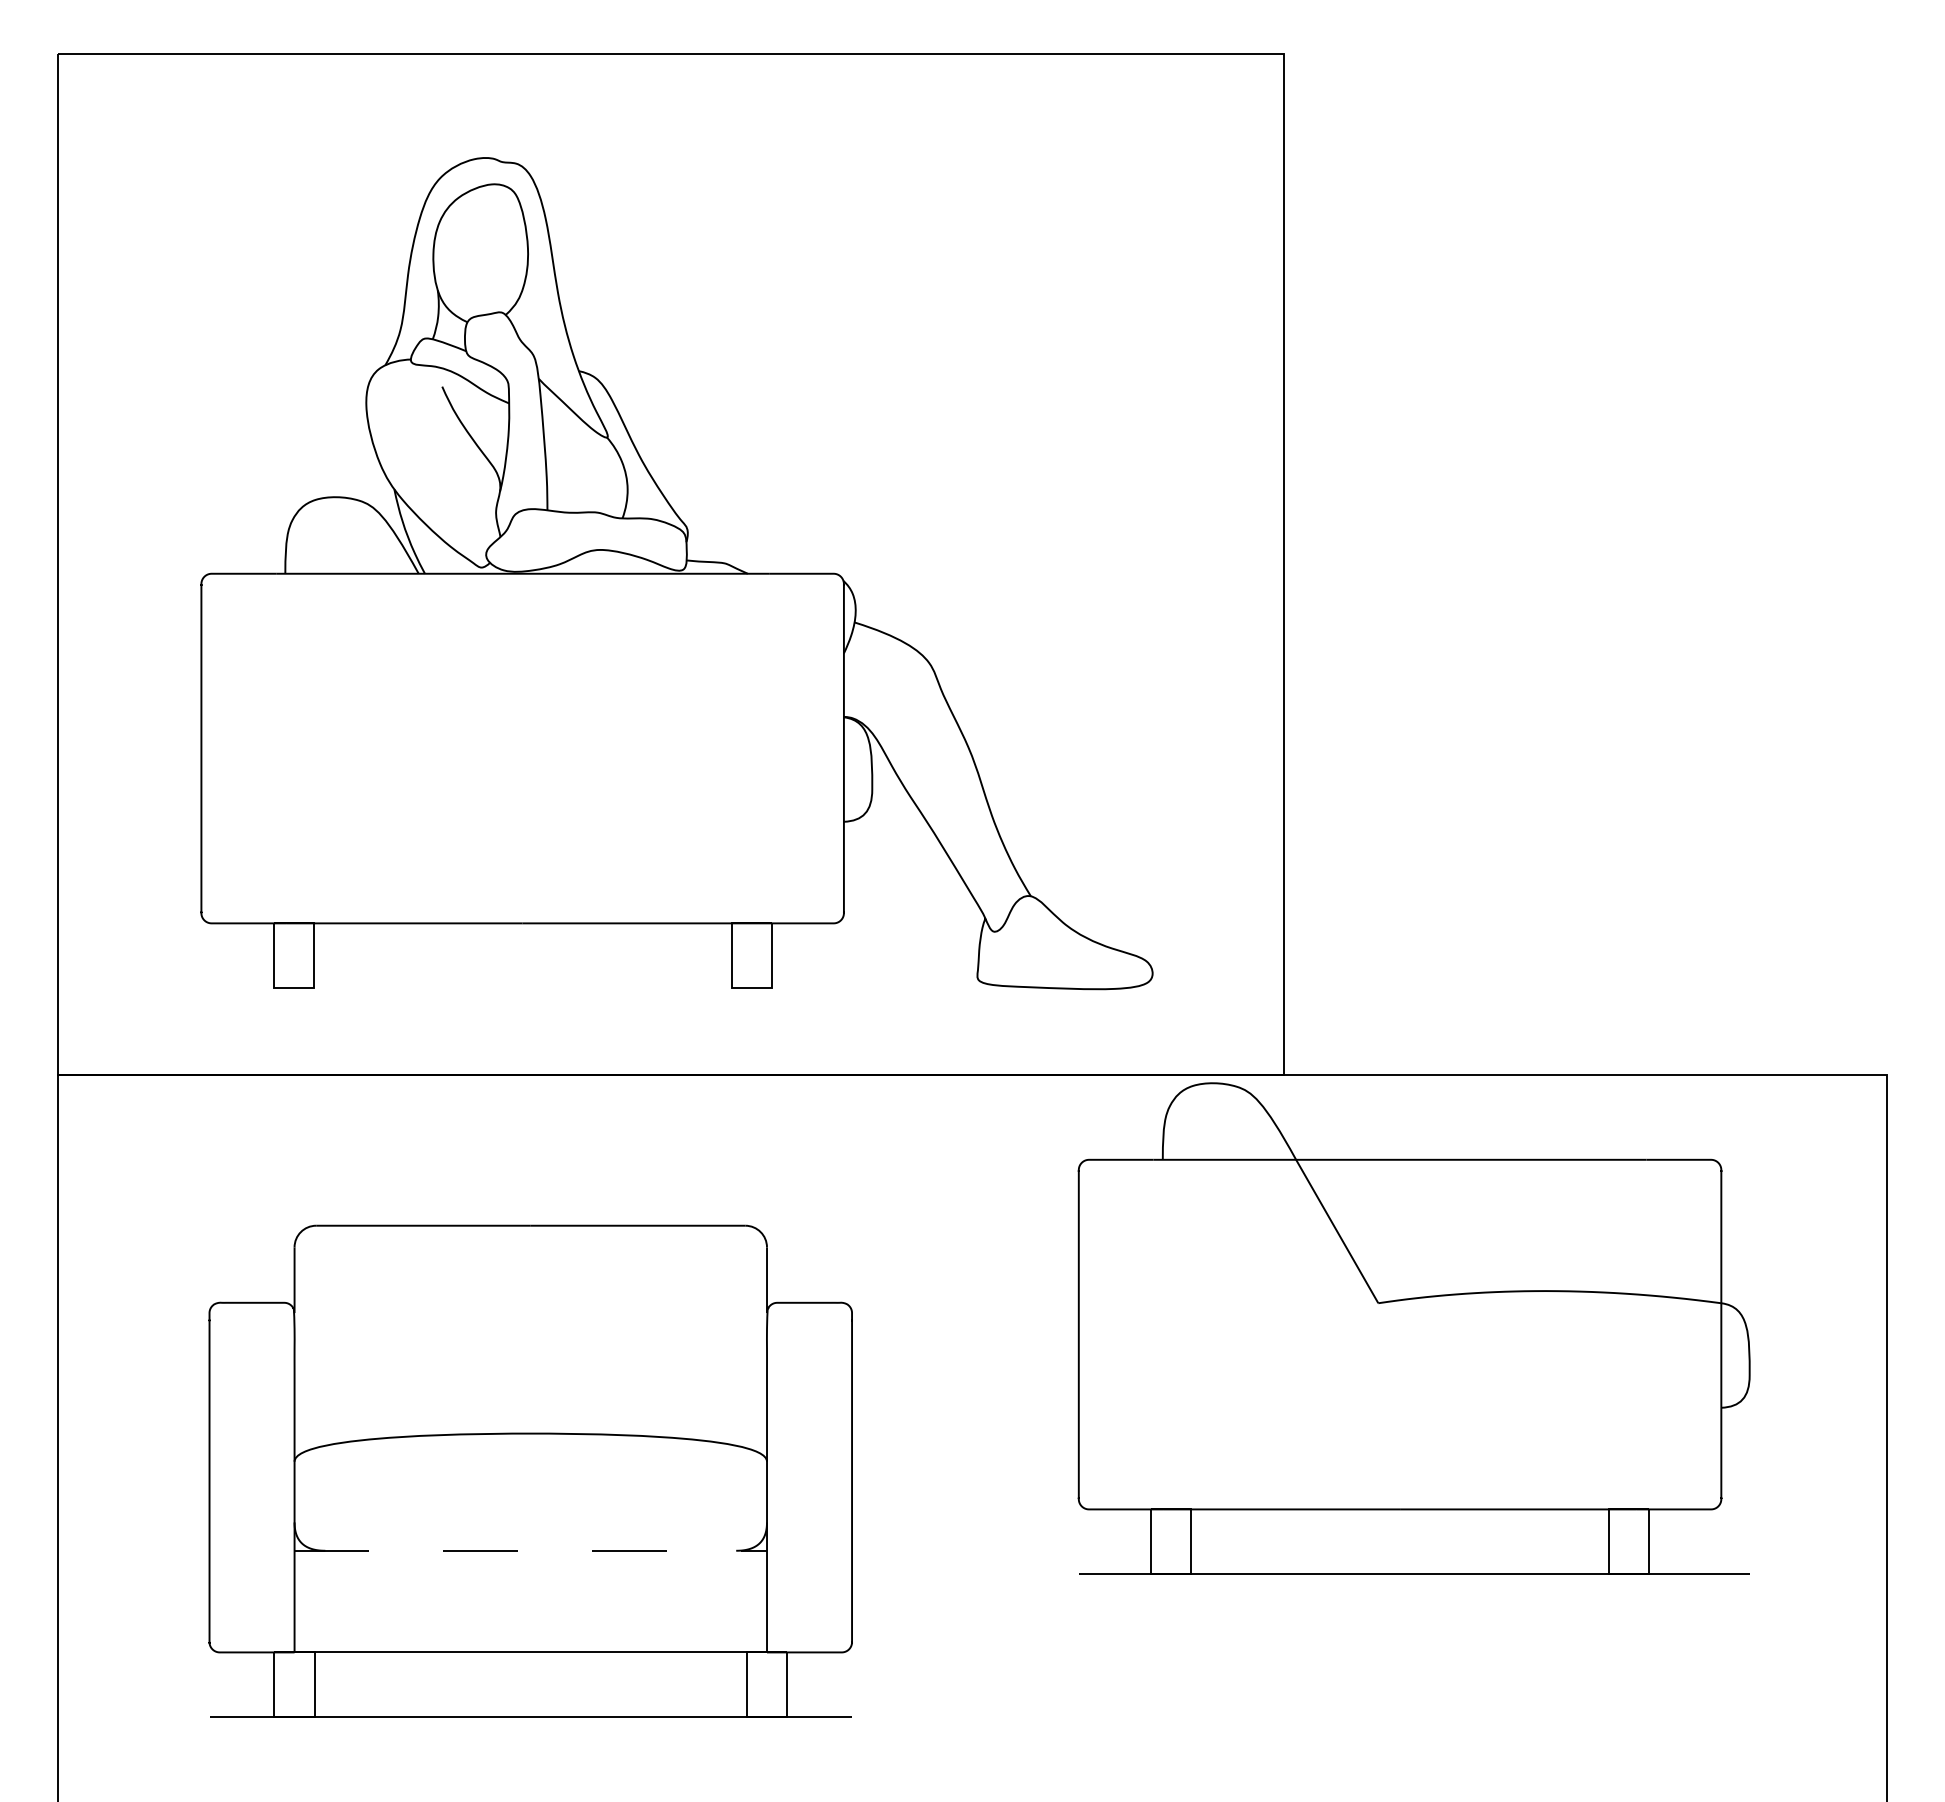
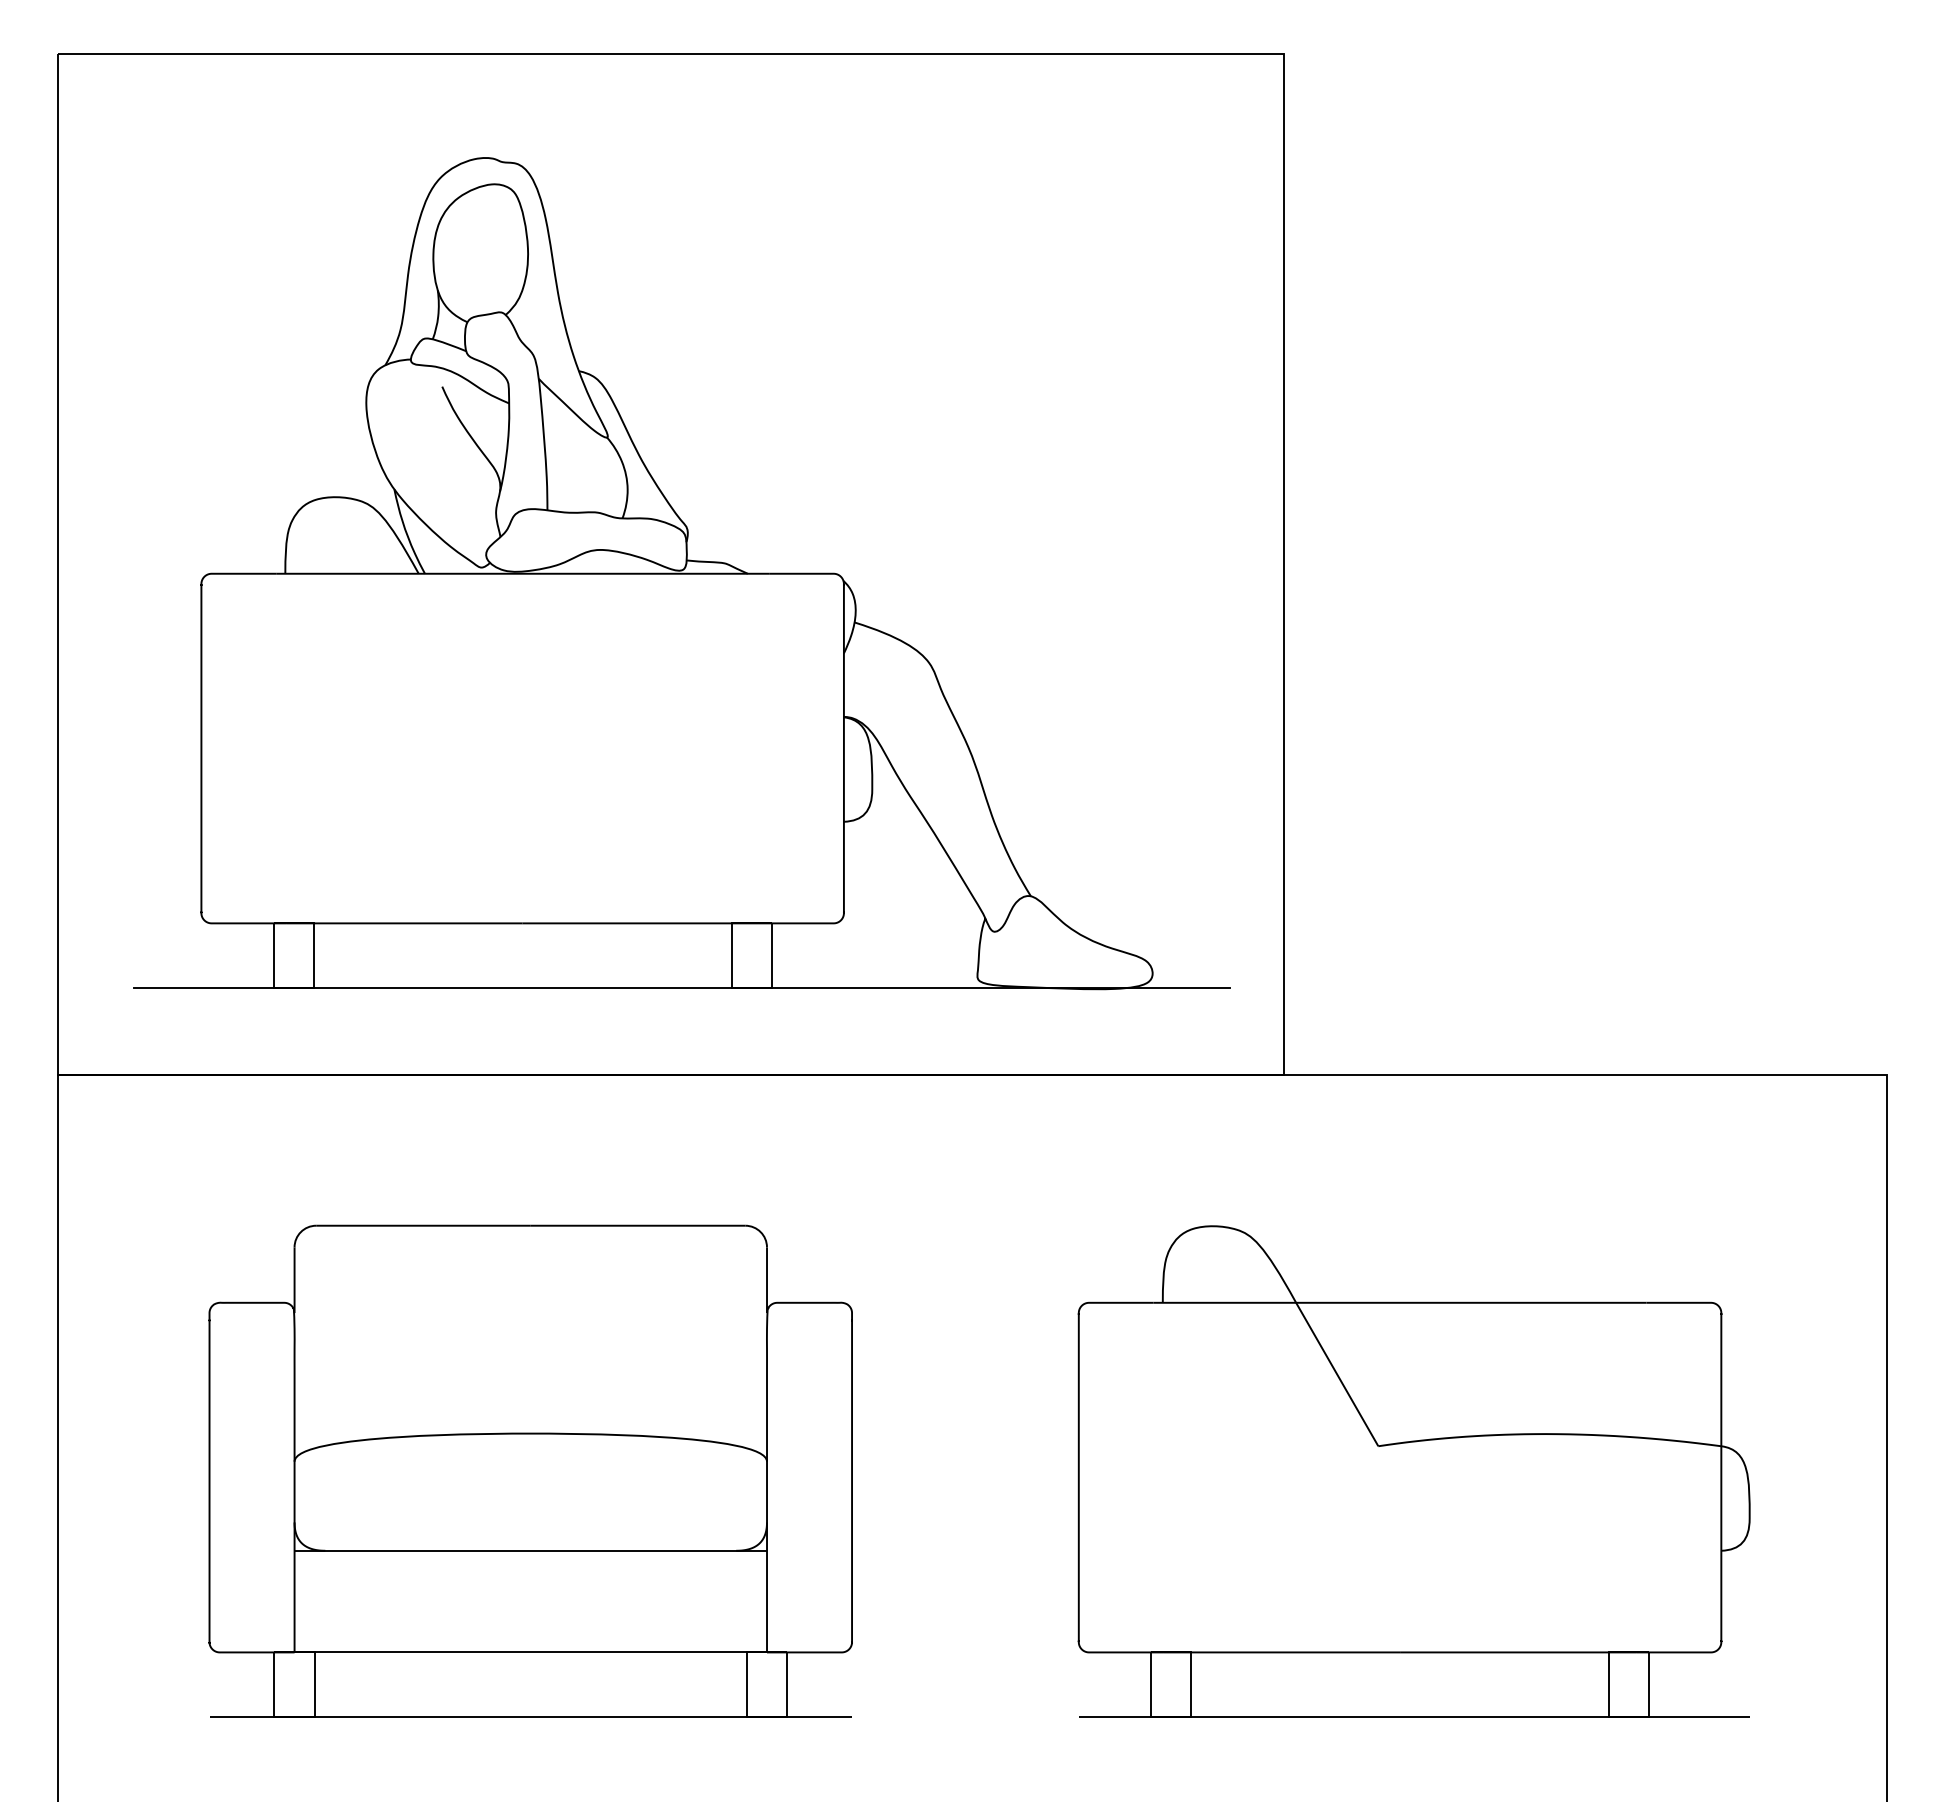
line at (681, 988): none -> present
part at (1413, 1328) position: (1413, 1328) -> (1413, 1471)
line at (530, 1550): dashed -> solid
